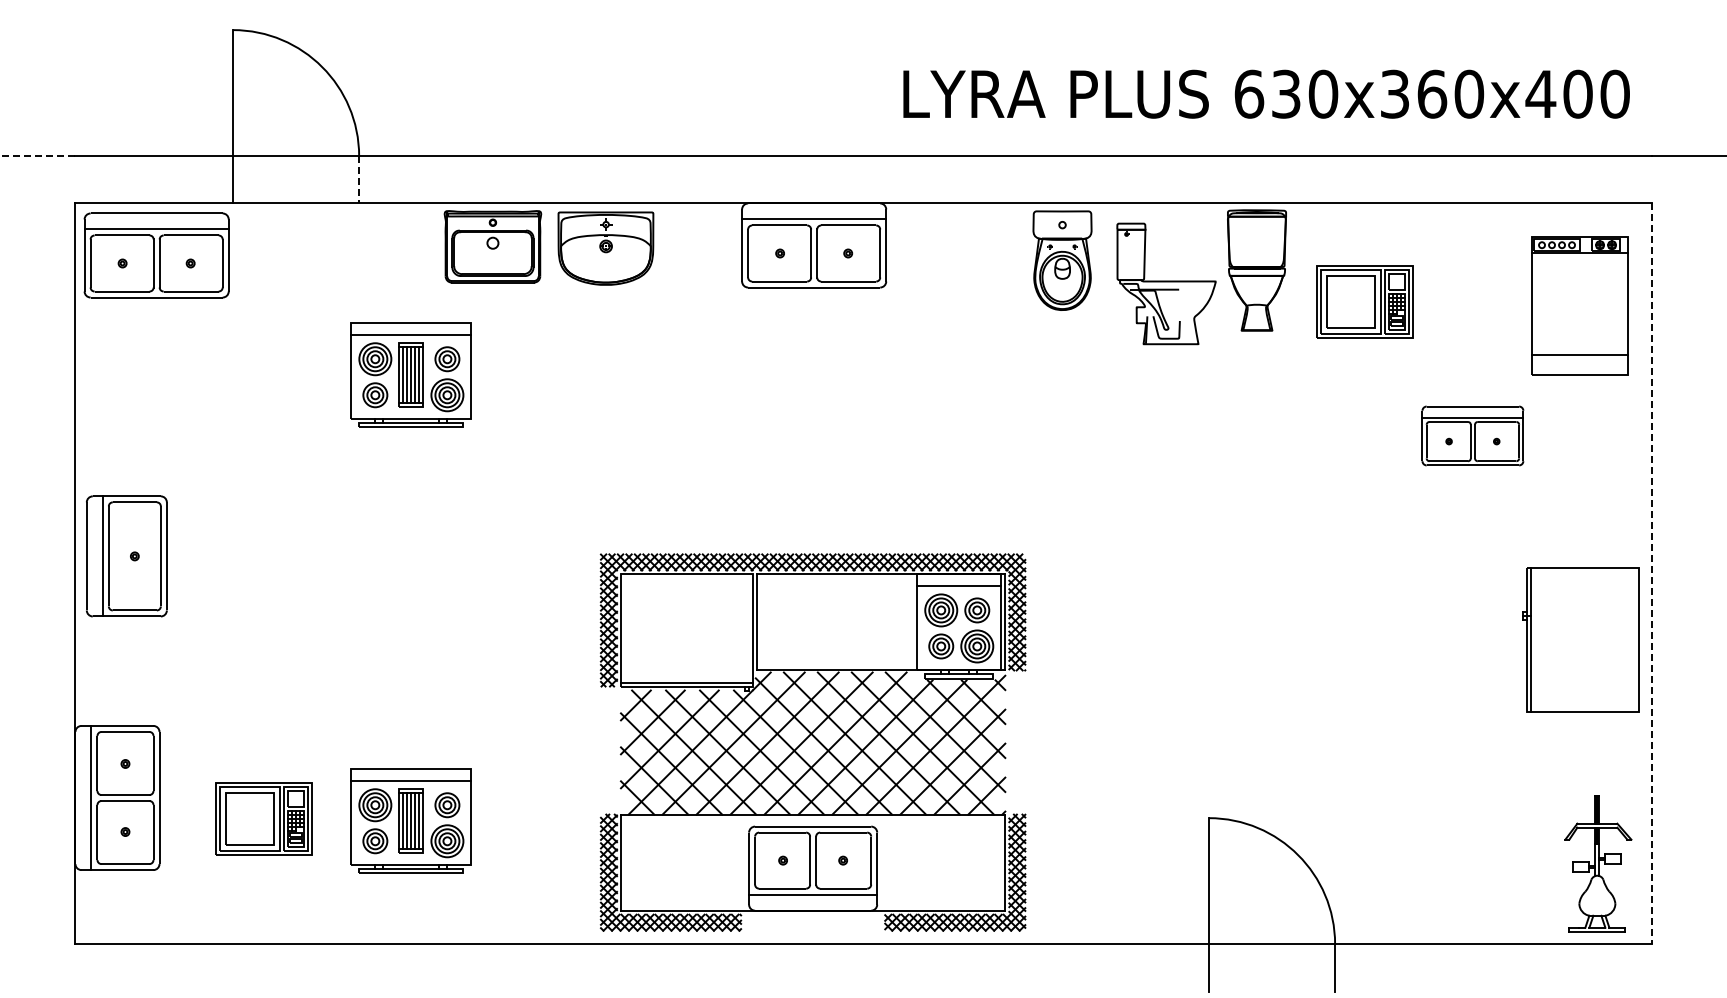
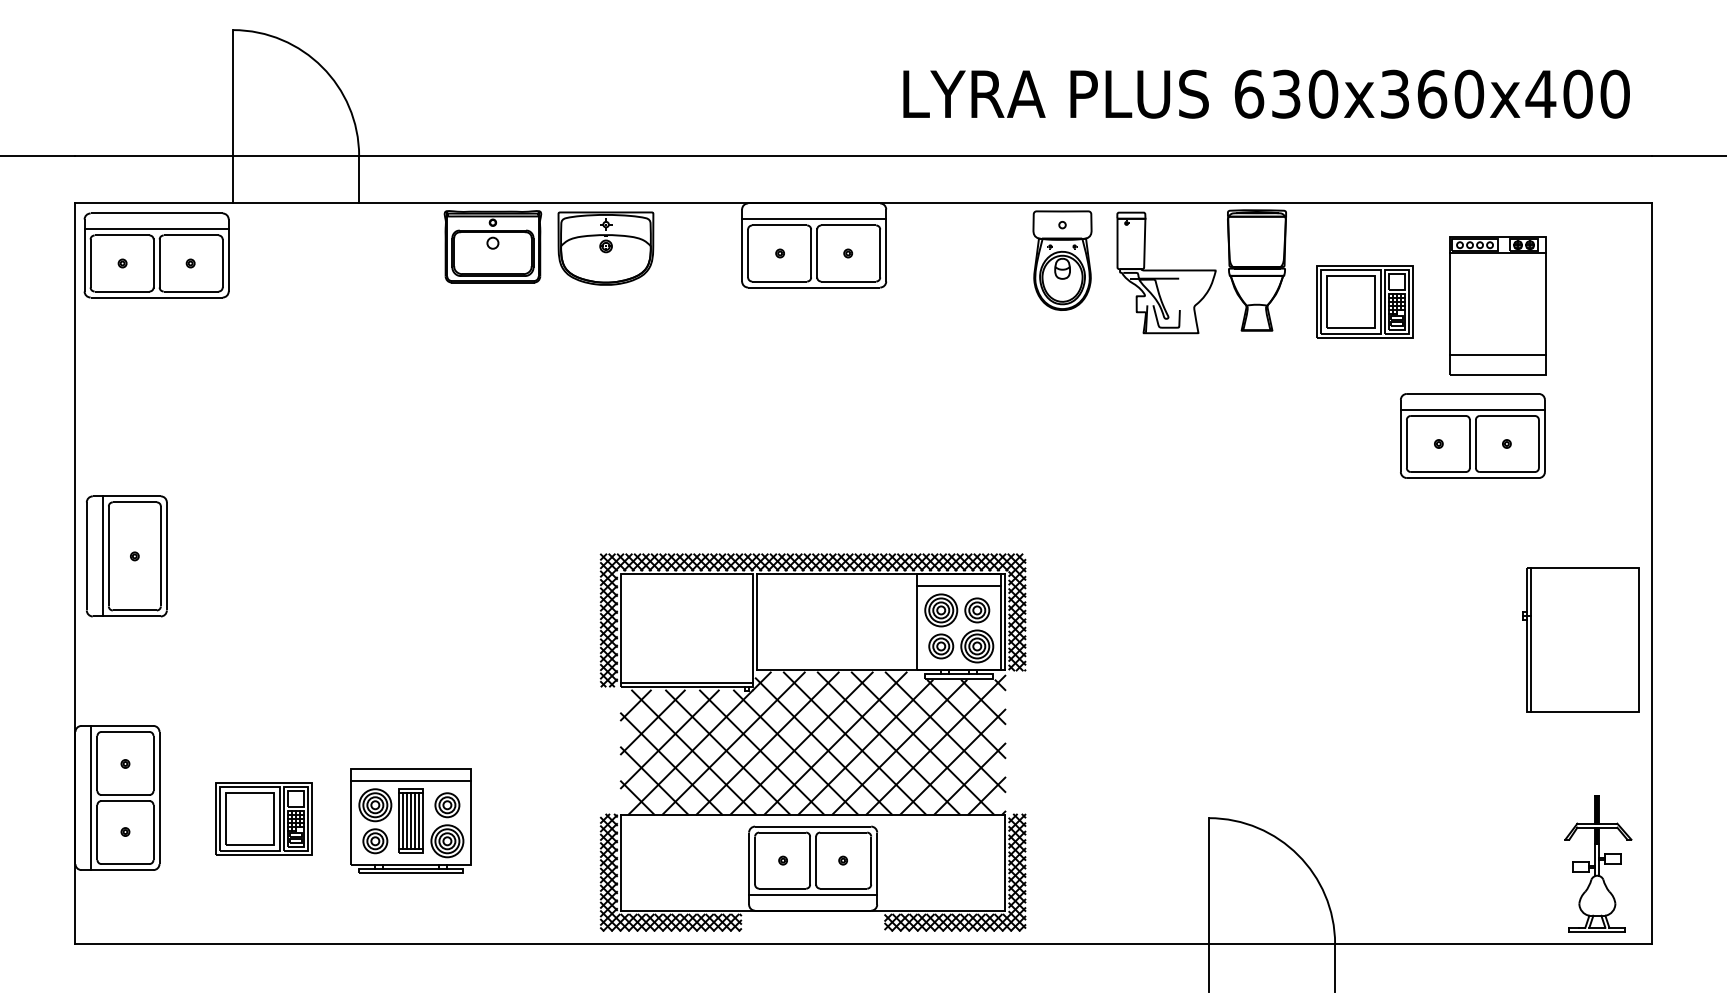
line at (37, 156): dashed -> solid
line at (359, 179): dashed -> solid
part at (1166, 283) position: (1166, 283) -> (1166, 272)
part at (1579, 305) position: (1579, 305) -> (1497, 305)
part at (410, 374): present -> none
part at (1472, 435) size: 104x62 px -> 146x86 px
line at (1651, 574): dashed -> solid
